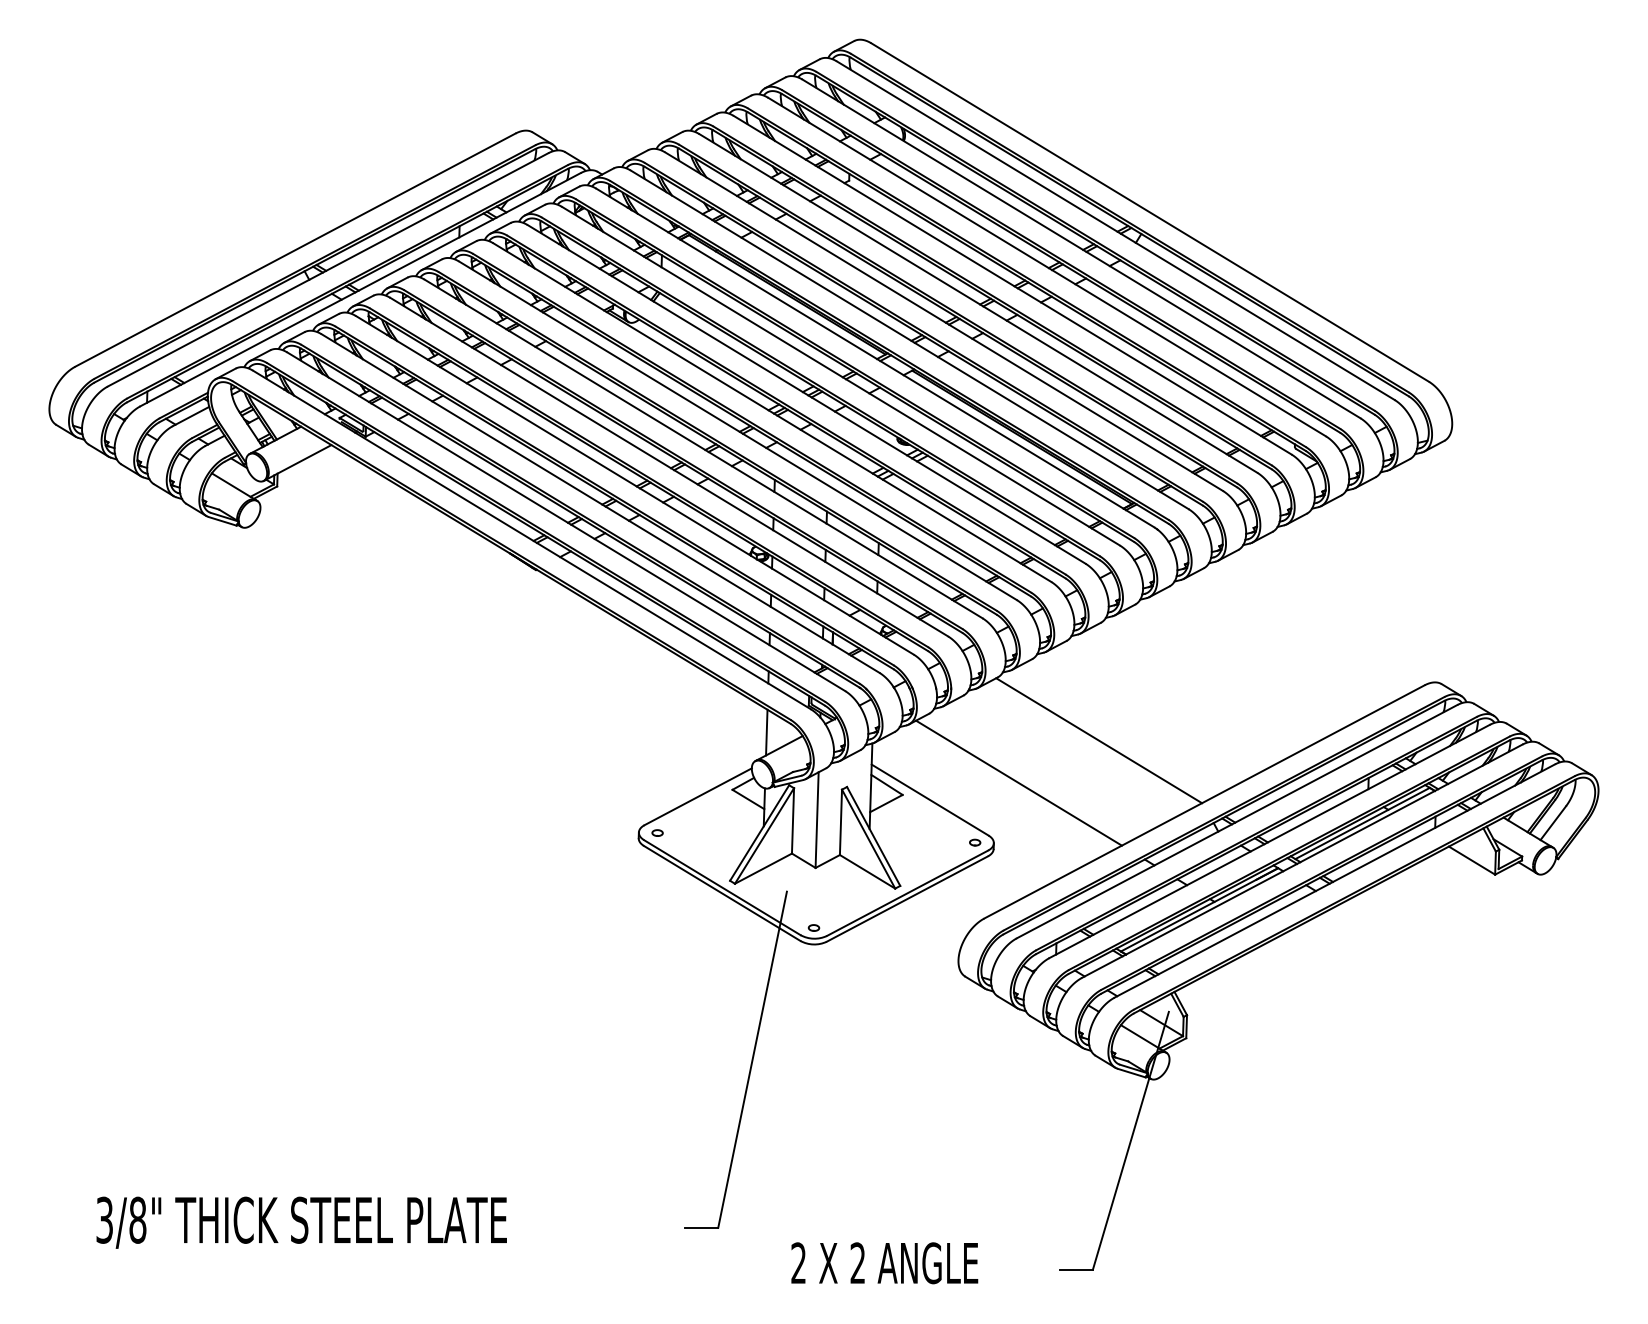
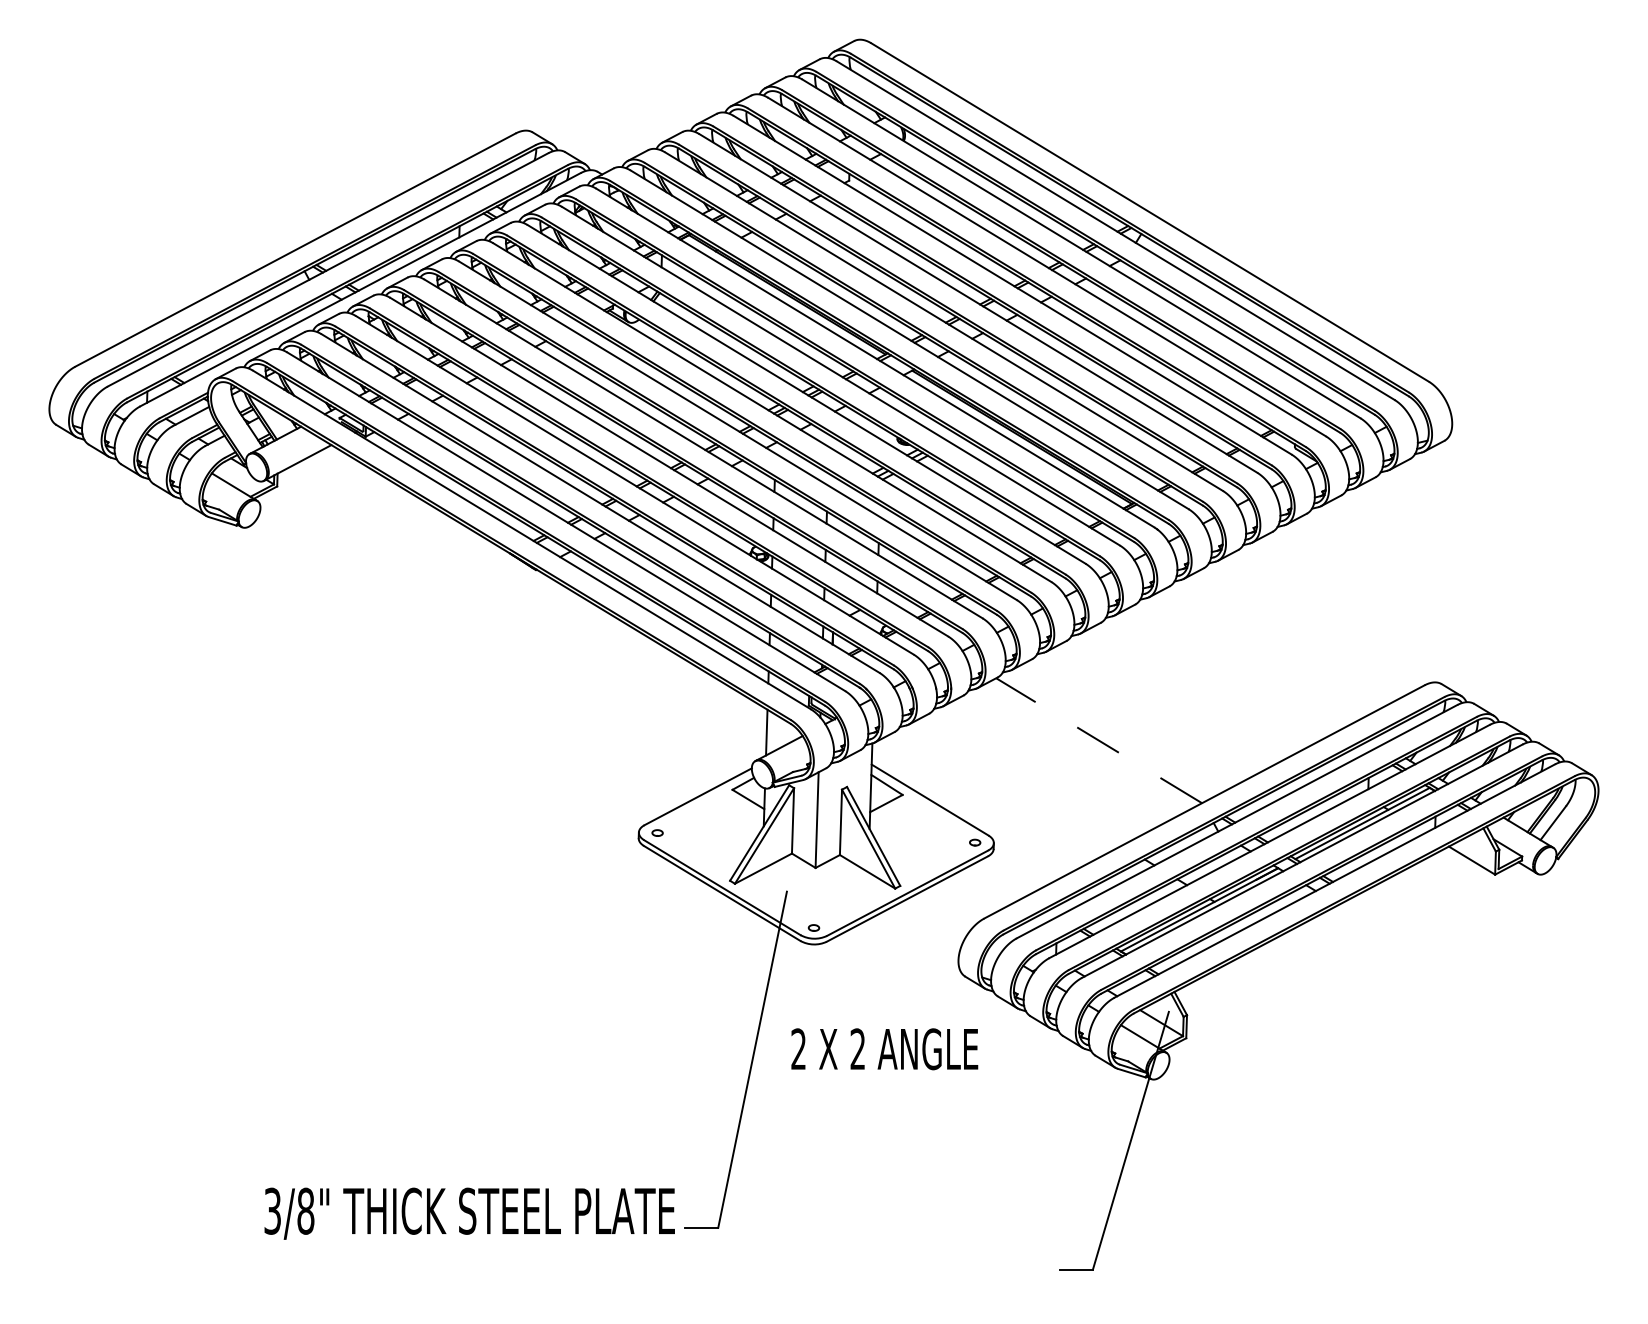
line at (1098, 740): solid -> dashed
line at (1018, 782): present -> none
text at (301, 1222) position: (301, 1222) -> (469, 1213)
text at (884, 1263) position: (884, 1263) -> (884, 1049)
